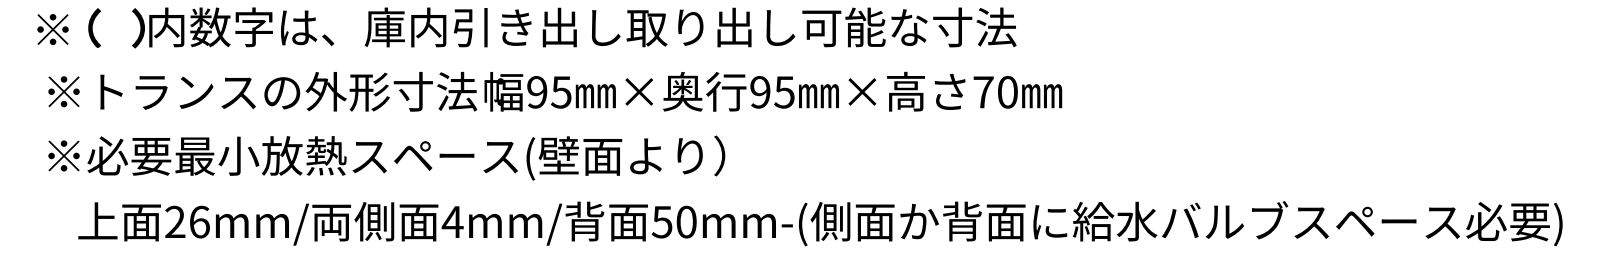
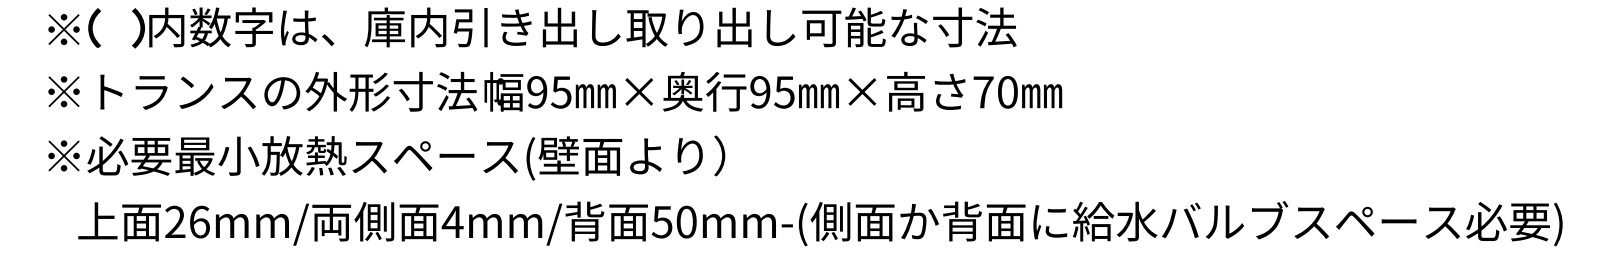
text at (52, 29) position: (52, 29) -> (63, 29)
